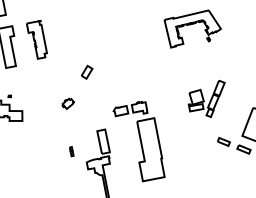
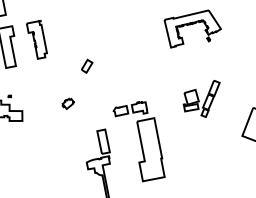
part at (87, 71) position: (87, 71) -> (87, 65)
part at (206, 99) position: (206, 99) -> (201, 99)
part at (234, 145): present -> none
part at (71, 151): present -> none
